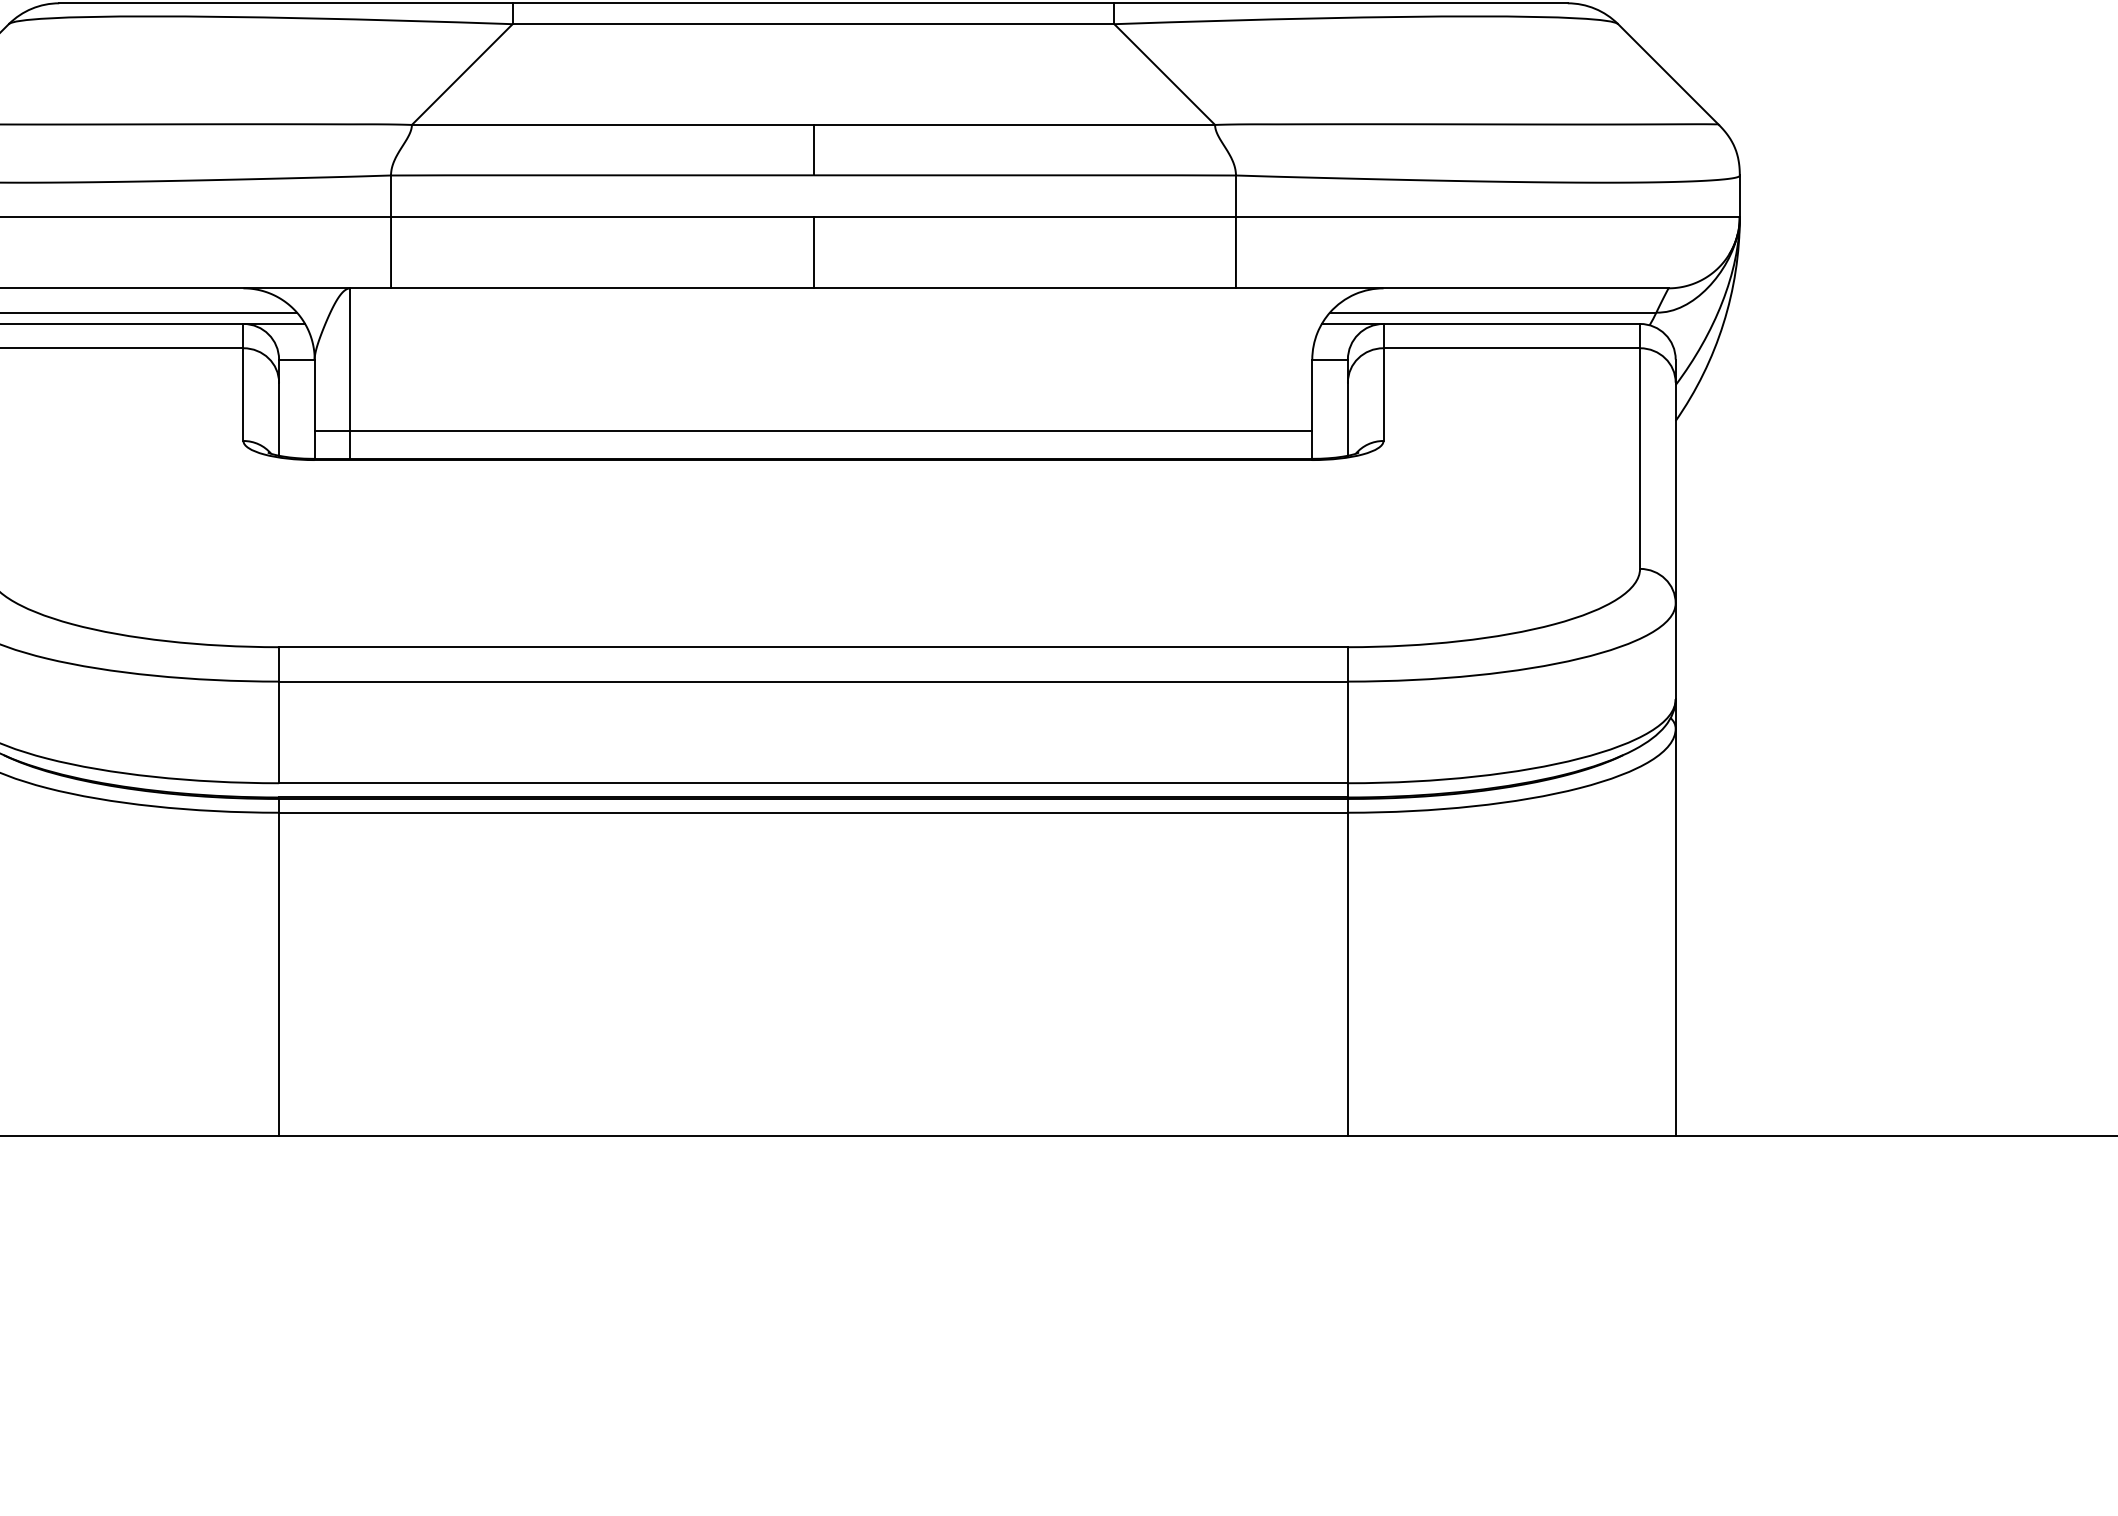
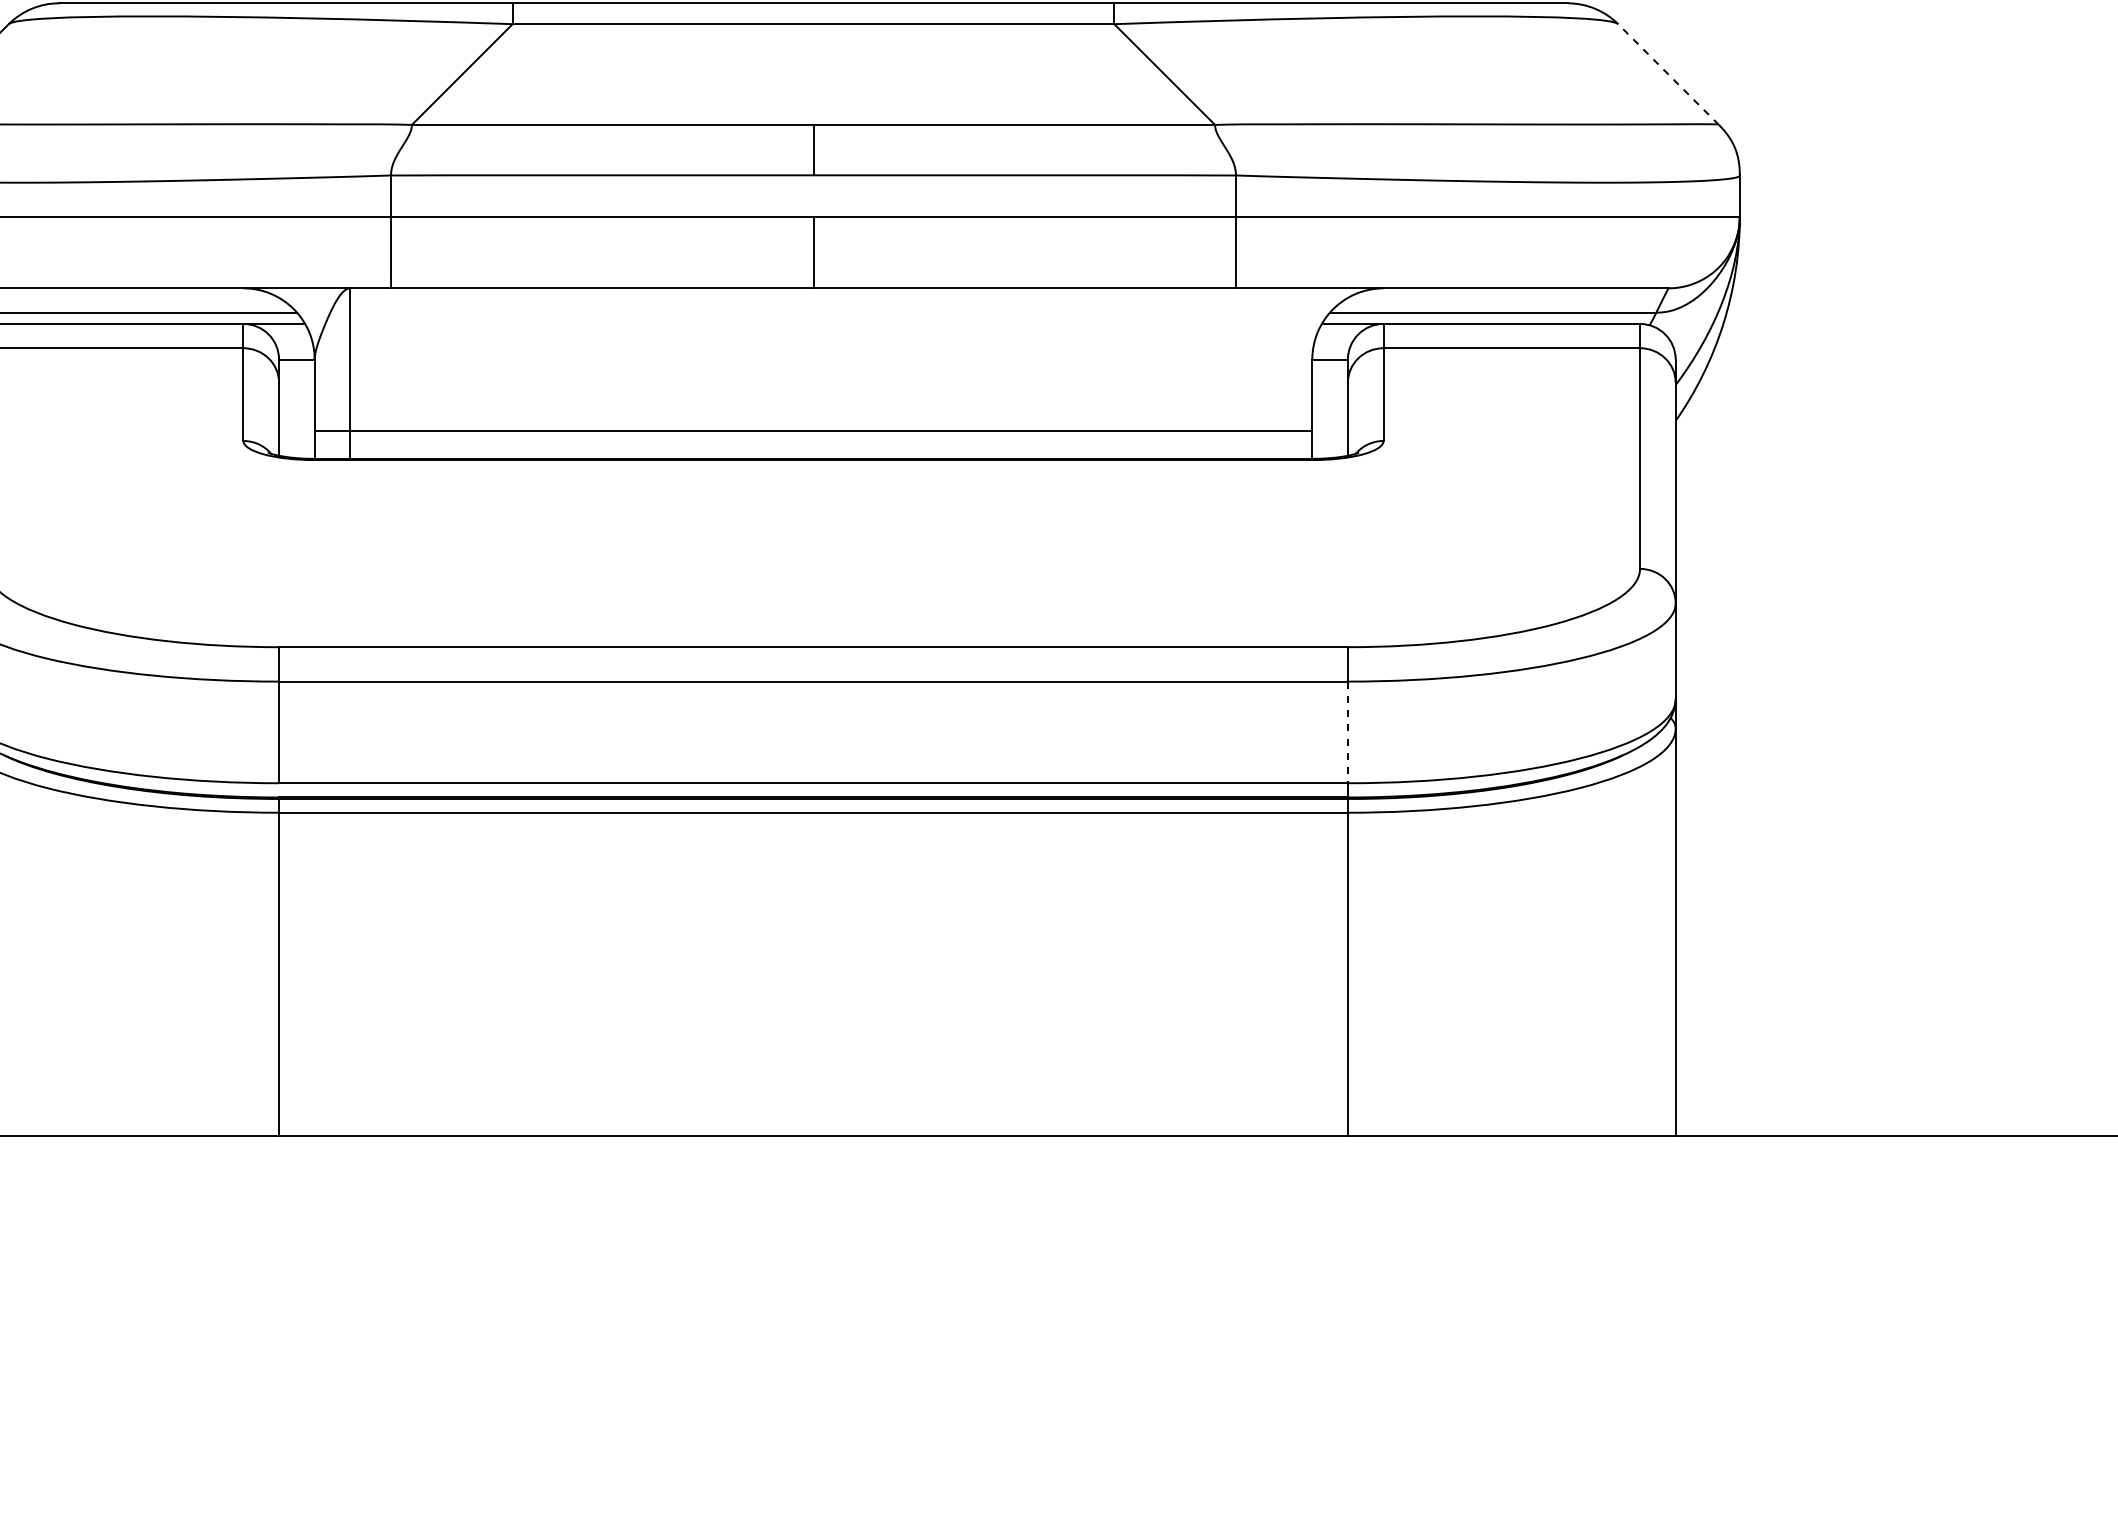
line at (1668, 74): solid -> dashed
line at (1347, 732): solid -> dashed
